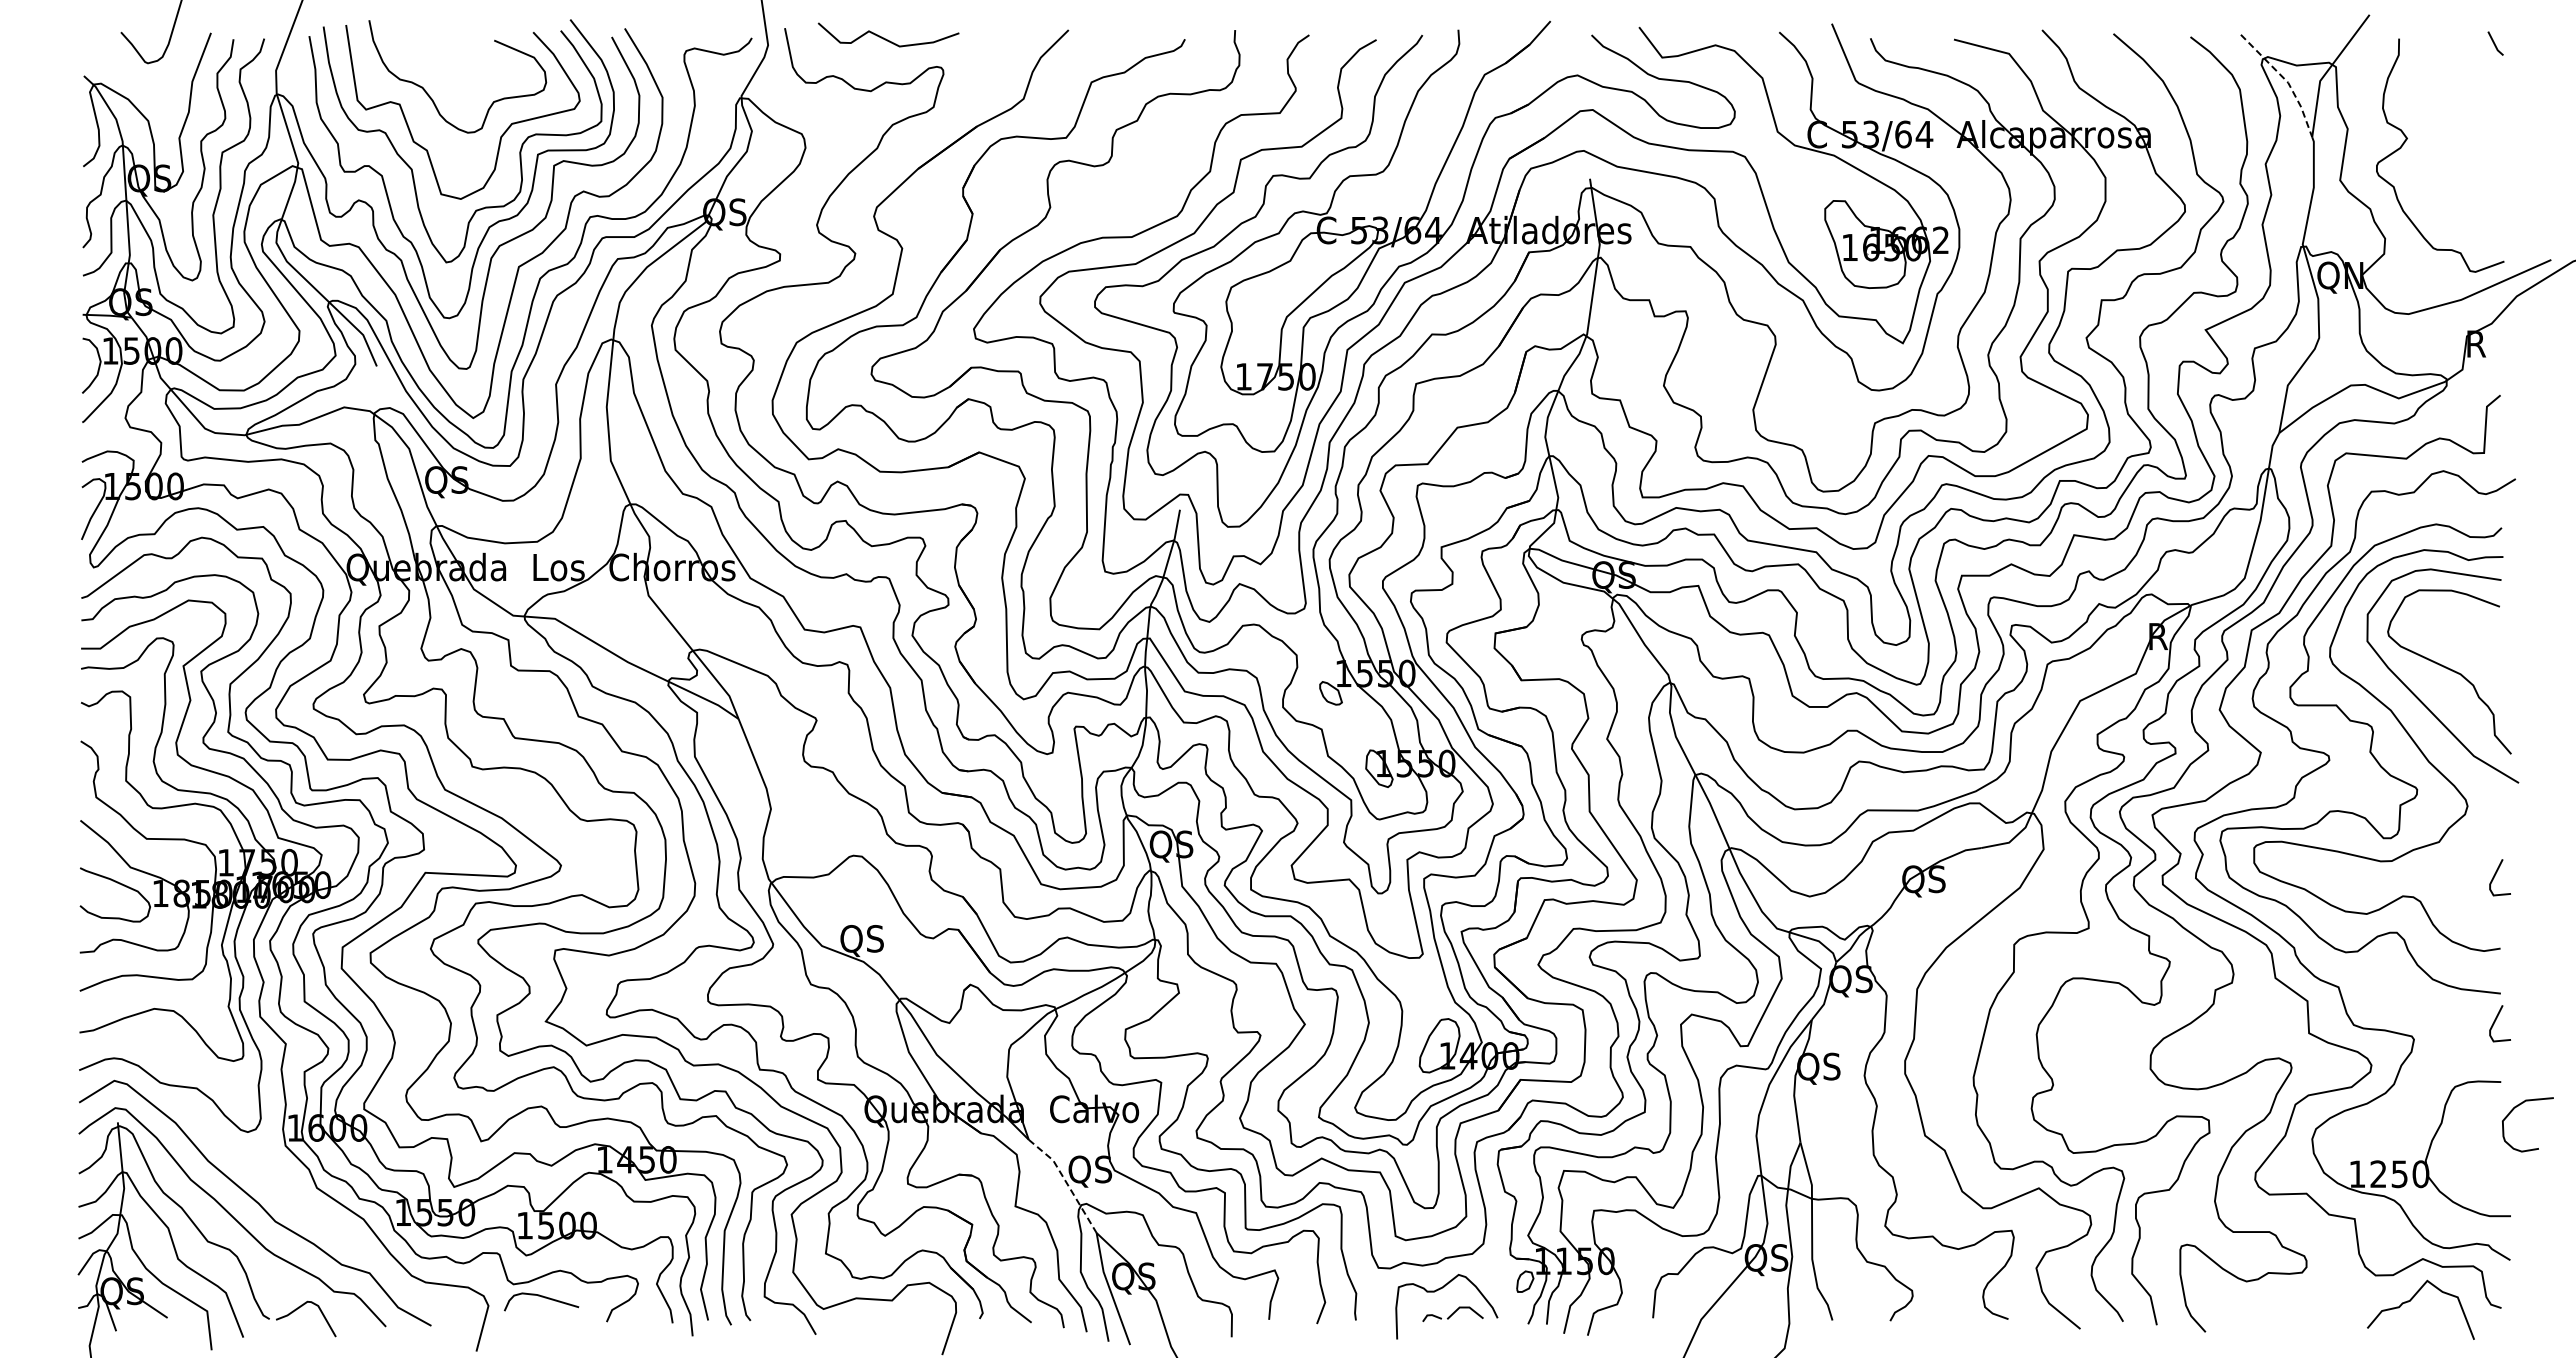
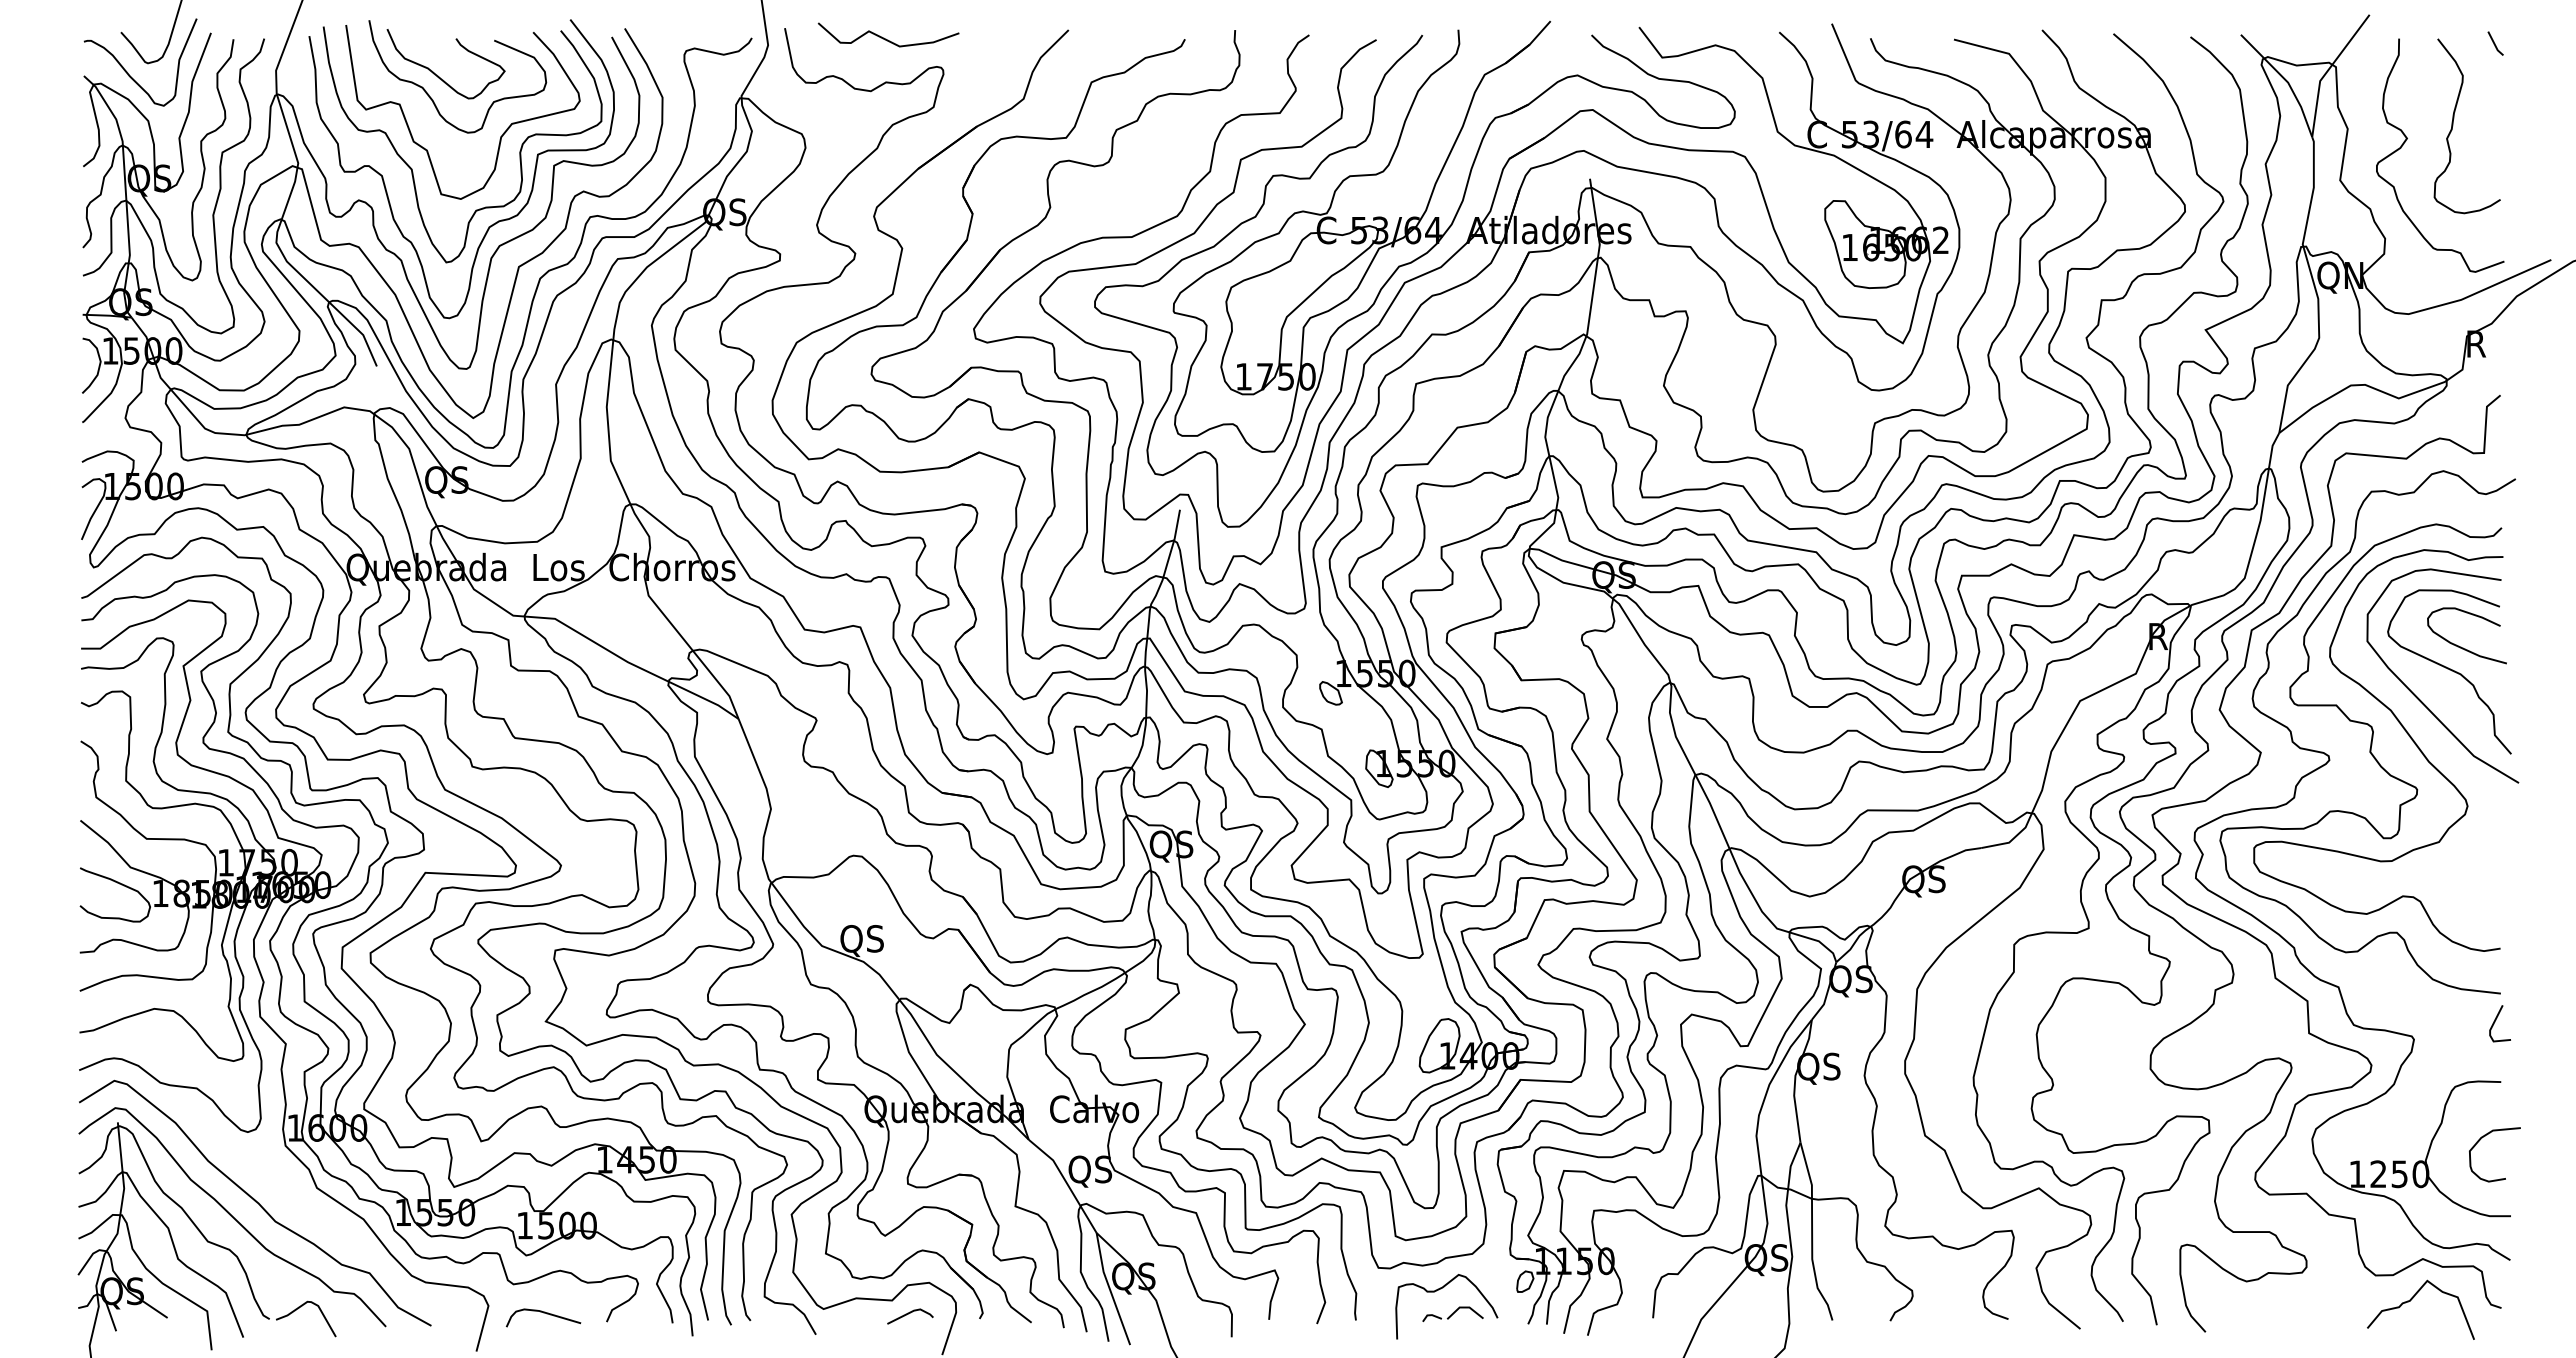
curve at (127, 71): none -> present
curve at (438, 75): none -> present
line at (2286, 81): dashed -> solid
curve at (2453, 126): none -> present
curve at (2461, 646): none -> present
line at (2495, 876): present -> none
curve at (2513, 1110) position: (2513, 1110) -> (2480, 1140)
line at (1066, 1182): dashed -> solid
curve at (541, 1297) position: (541, 1297) -> (543, 1313)
line at (908, 1314): none -> present
